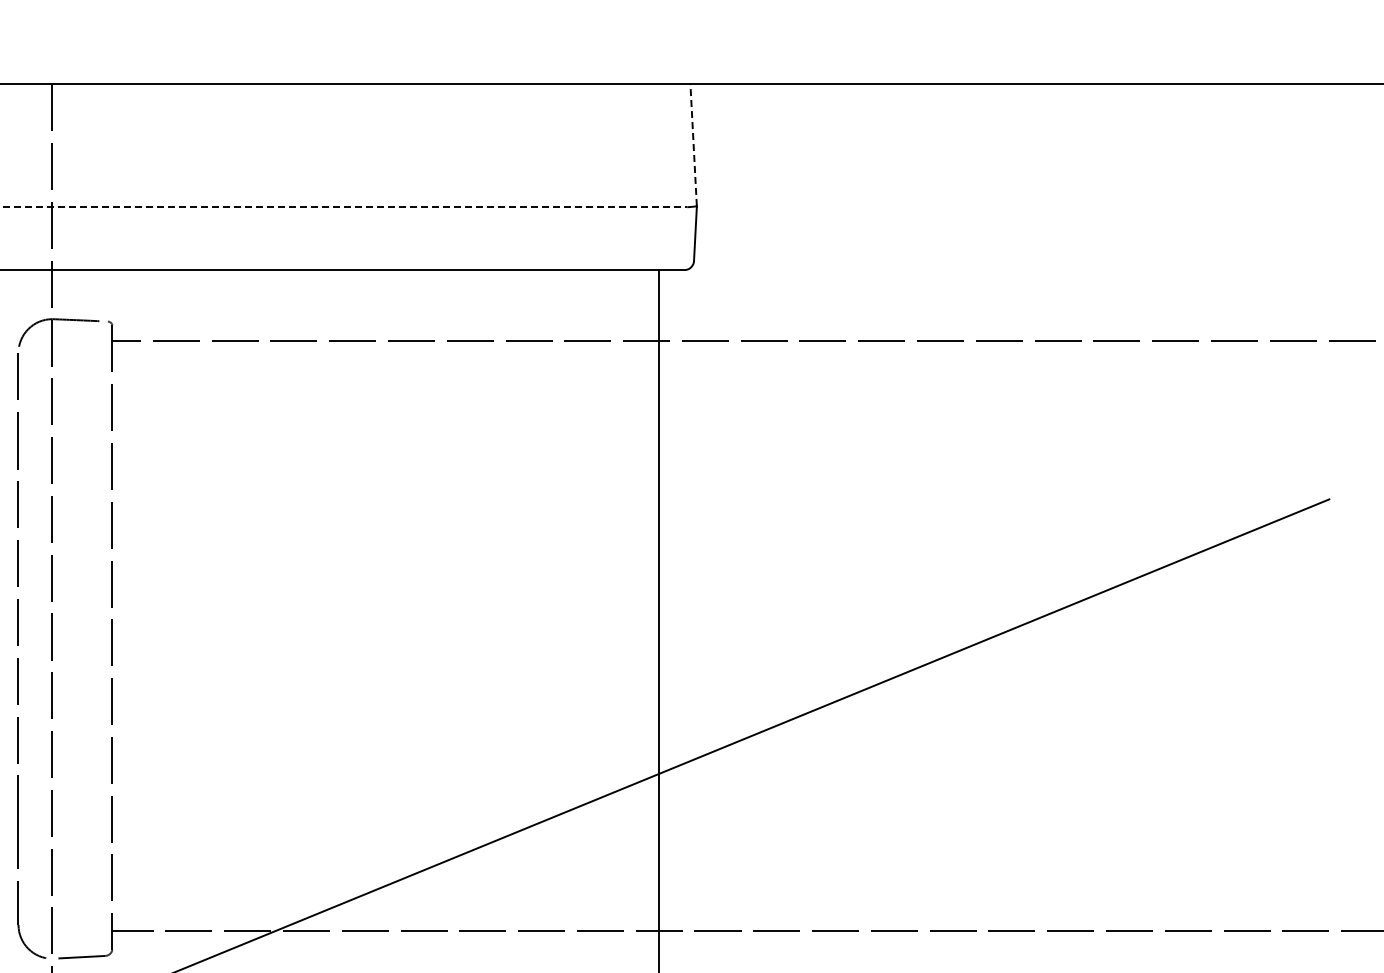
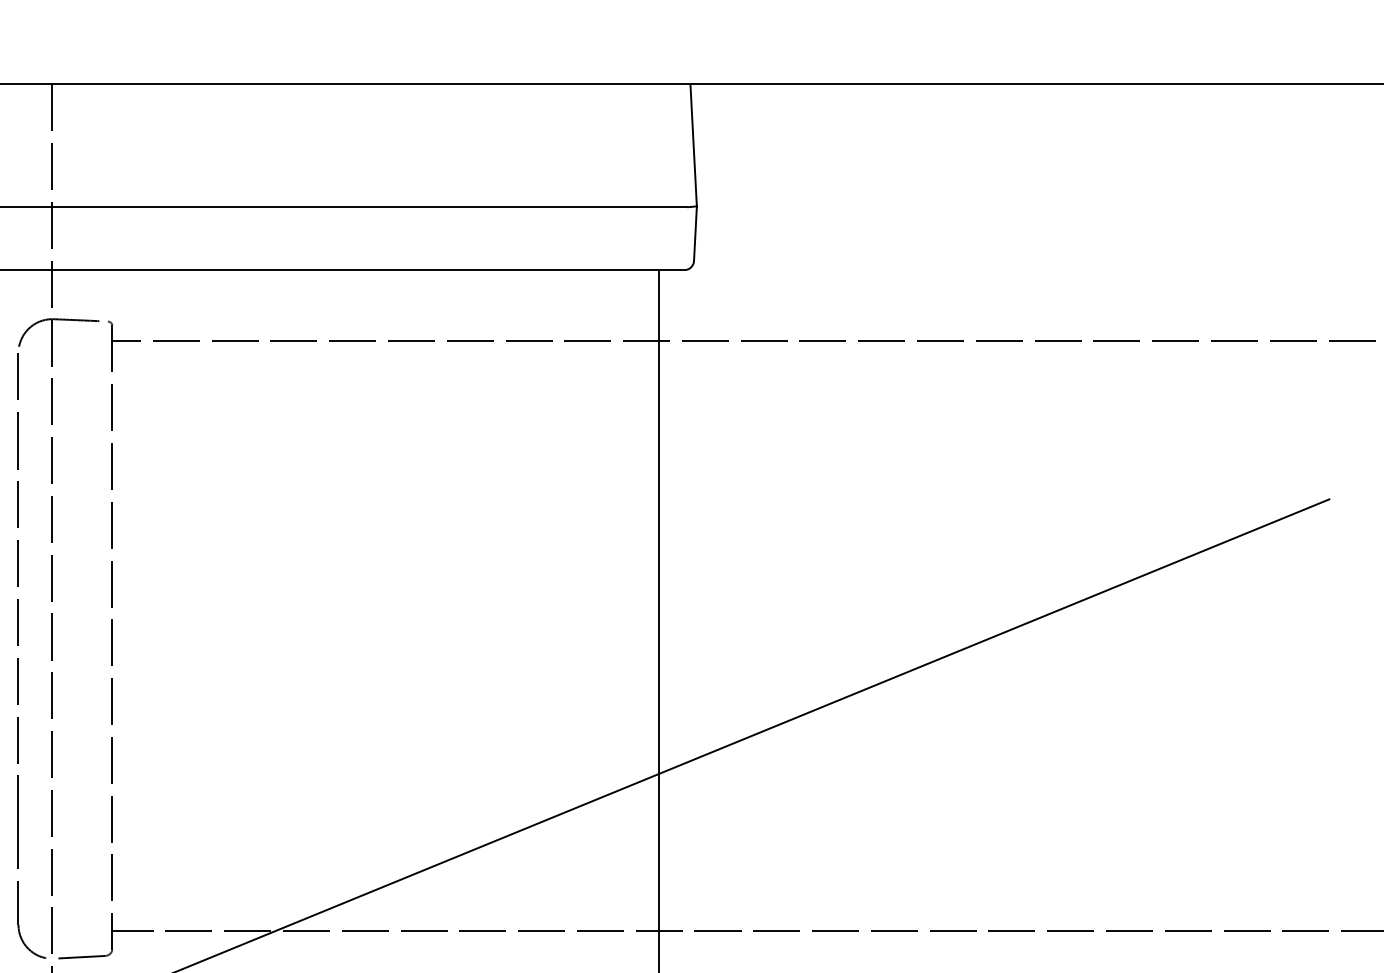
line at (693, 145): dashed -> solid
line at (344, 207): dashed -> solid
